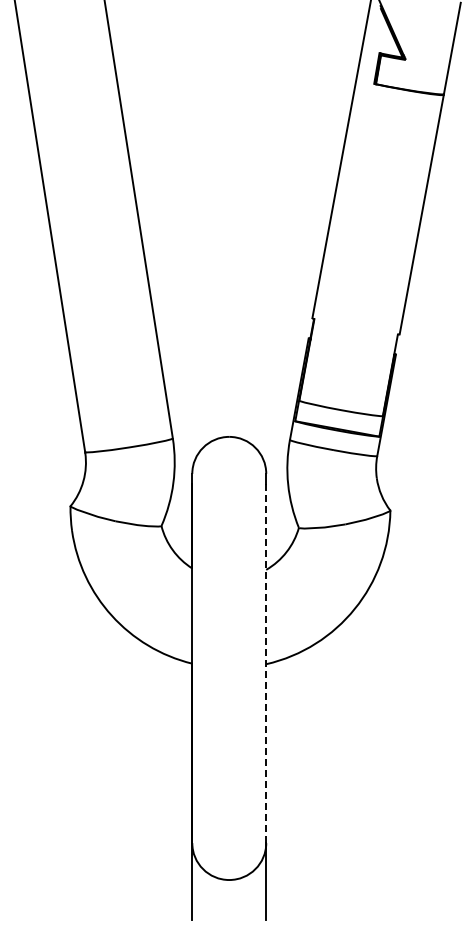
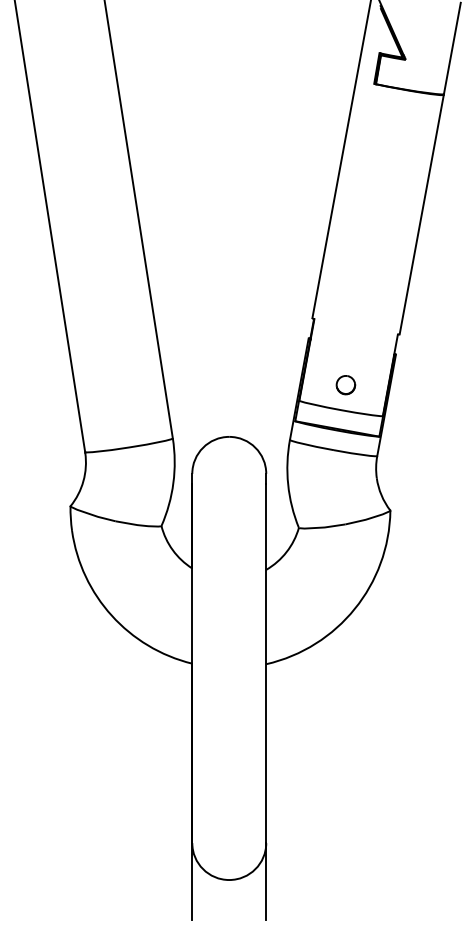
part at (345, 385): none -> present
line at (266, 663): dashed -> solid
